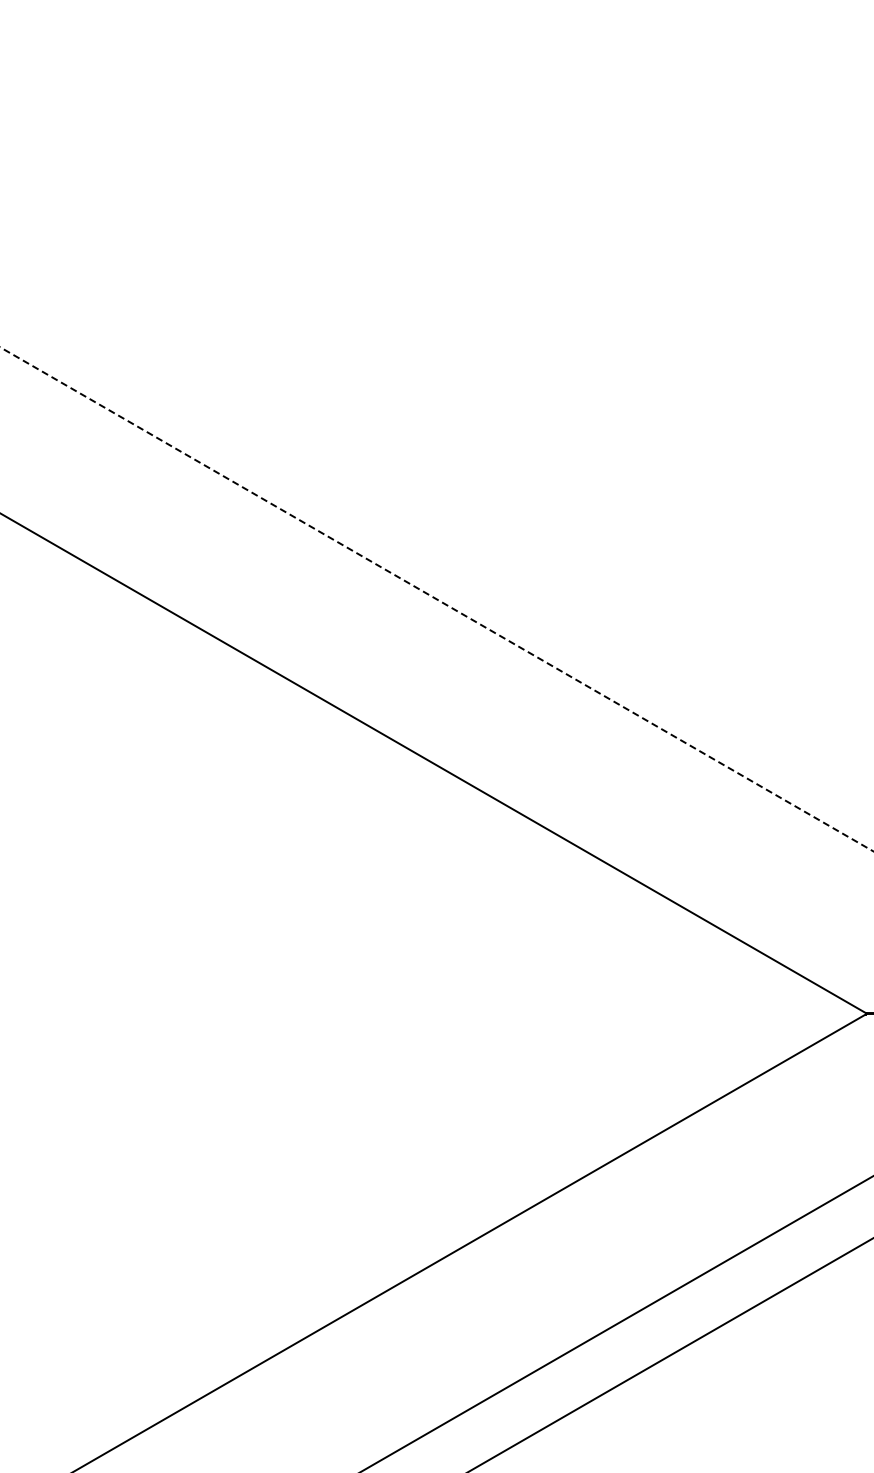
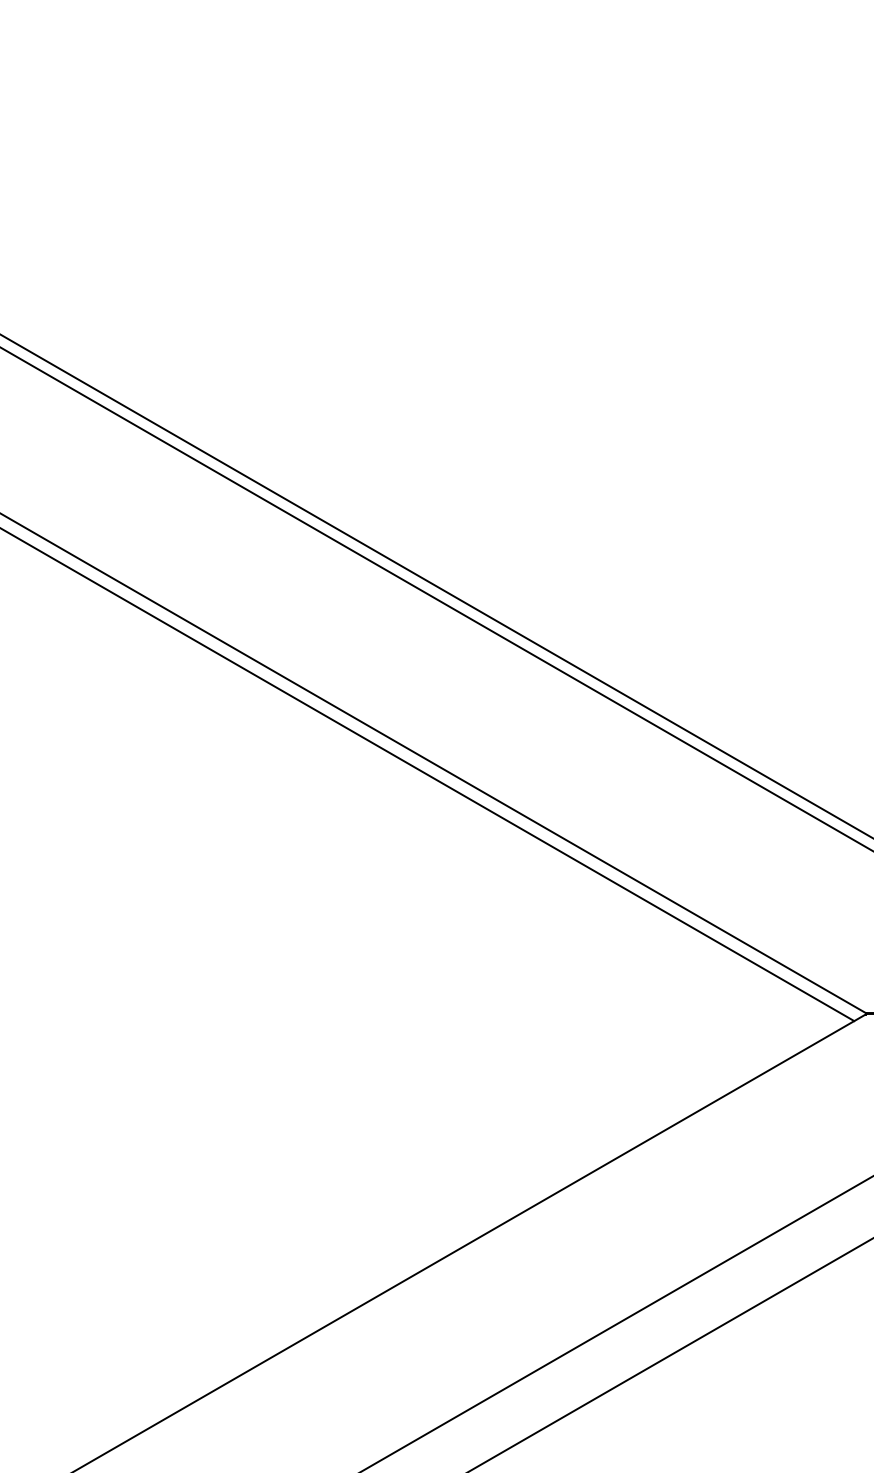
line at (436, 586): none -> present
line at (437, 599): dashed -> solid
line at (428, 775): none -> present
